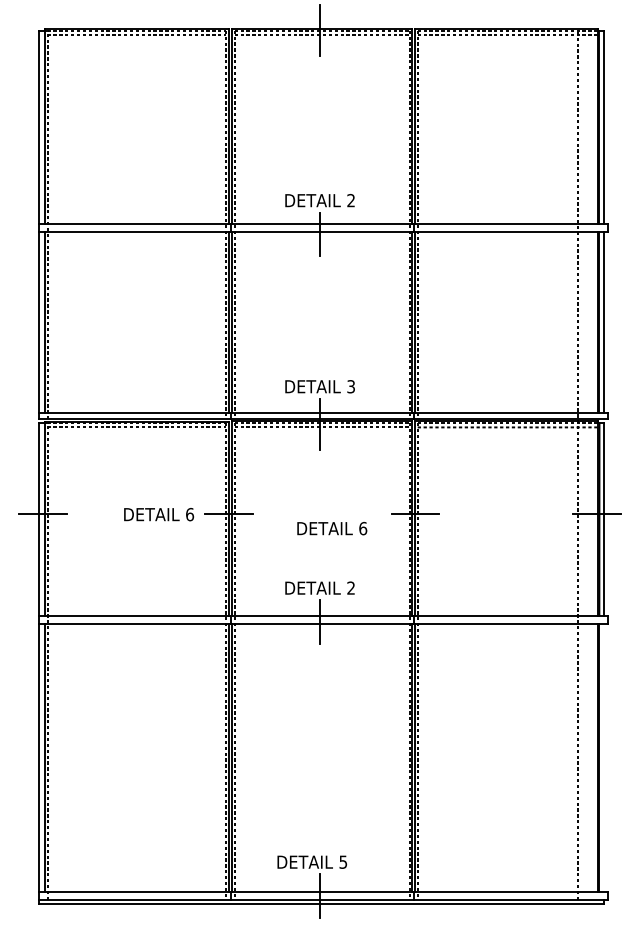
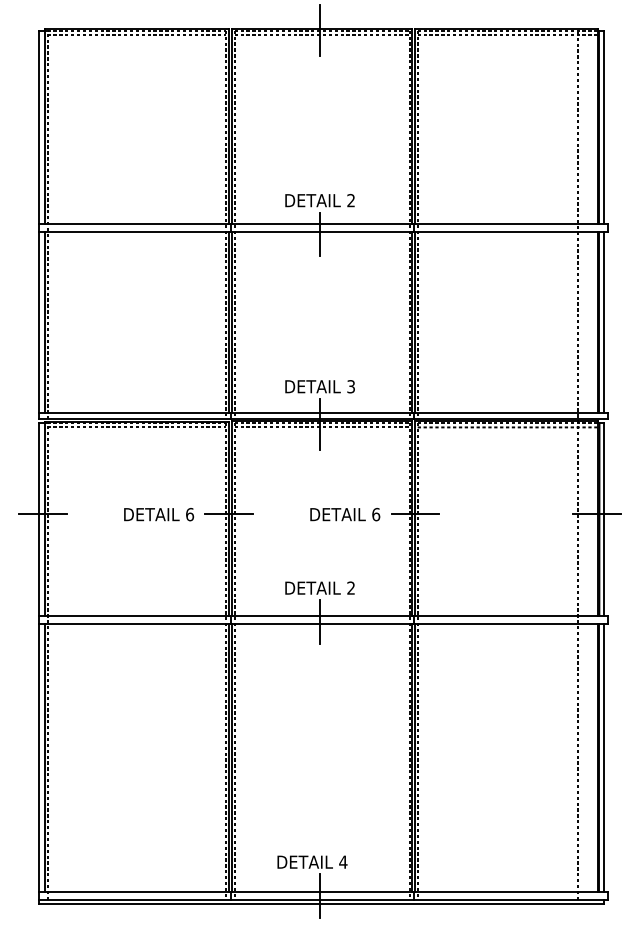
text at (332, 528) position: (332, 528) -> (345, 514)
line at (603, 757): none -> present
text at (343, 861): 5 -> 4
